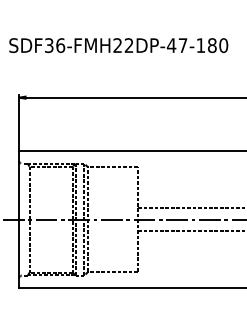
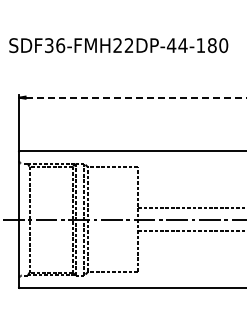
text at (182, 45): SDF36-FMH22DP-47-180 -> SDF36-FMH22DP-44-180
line at (136, 97): solid -> dashed
